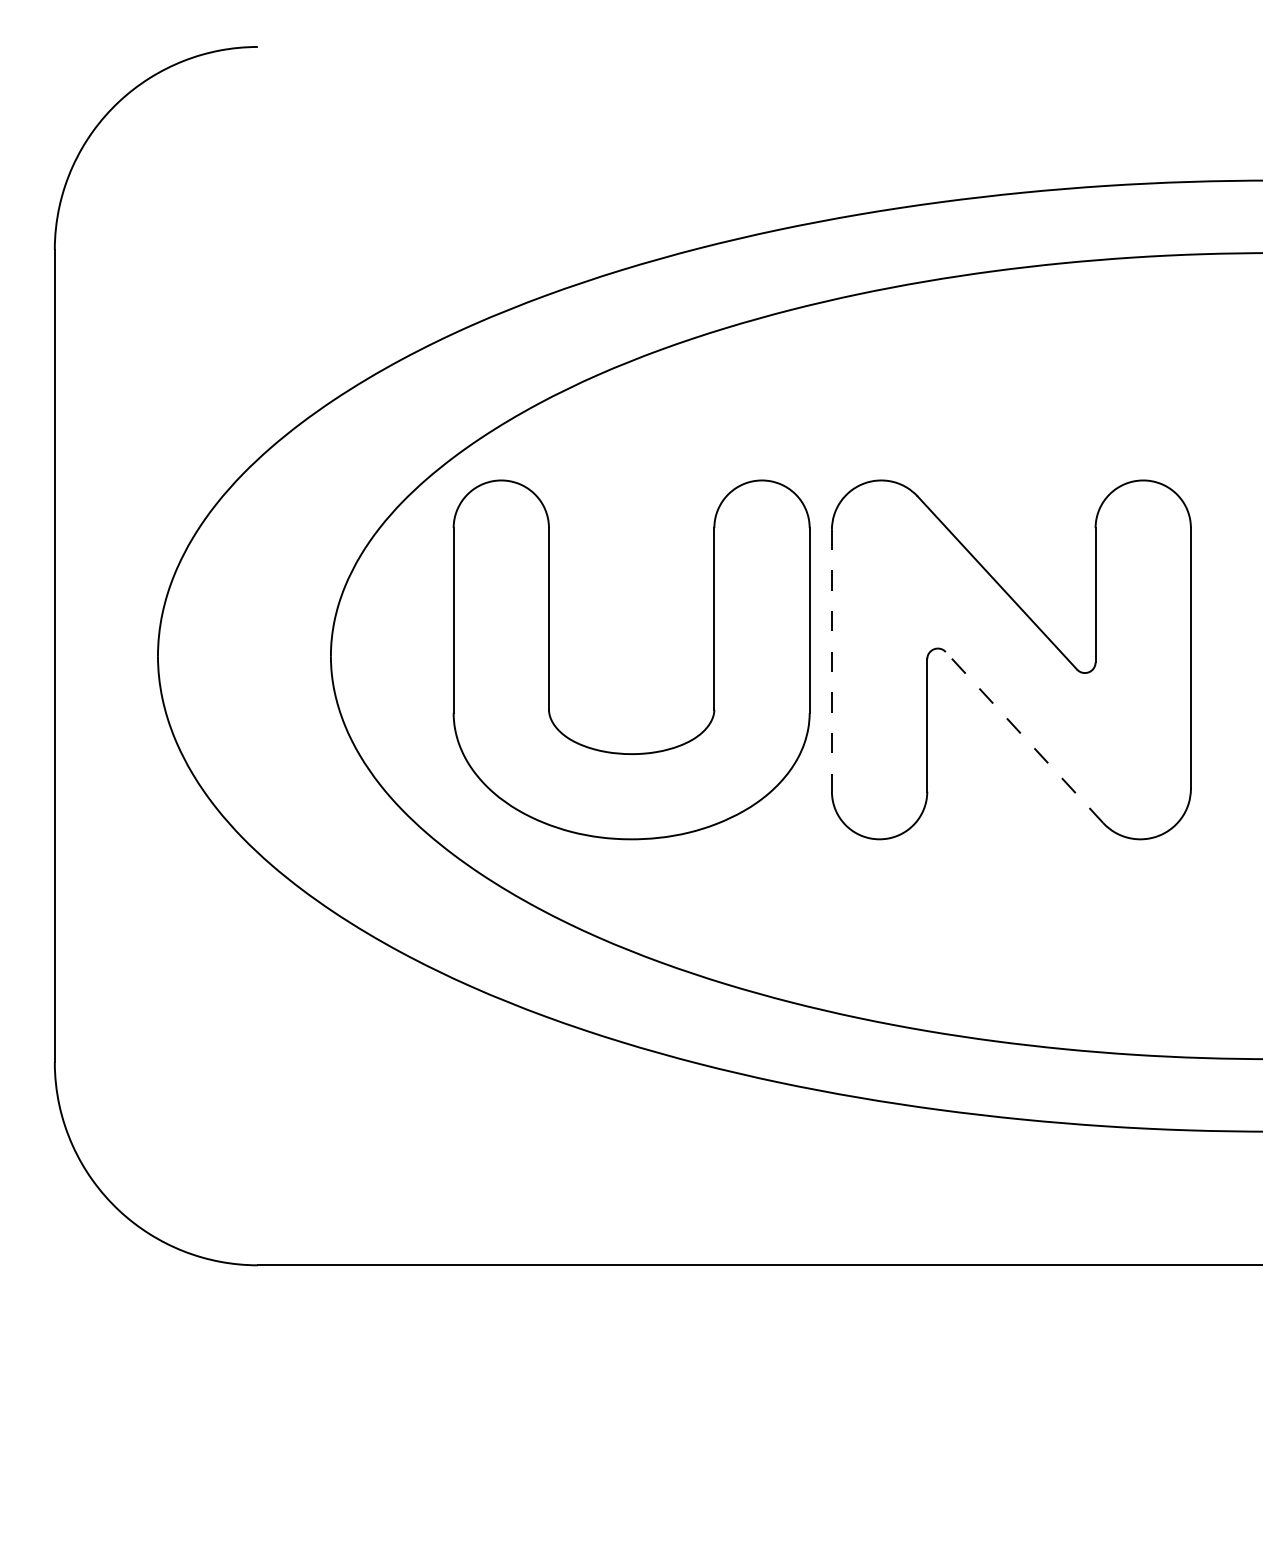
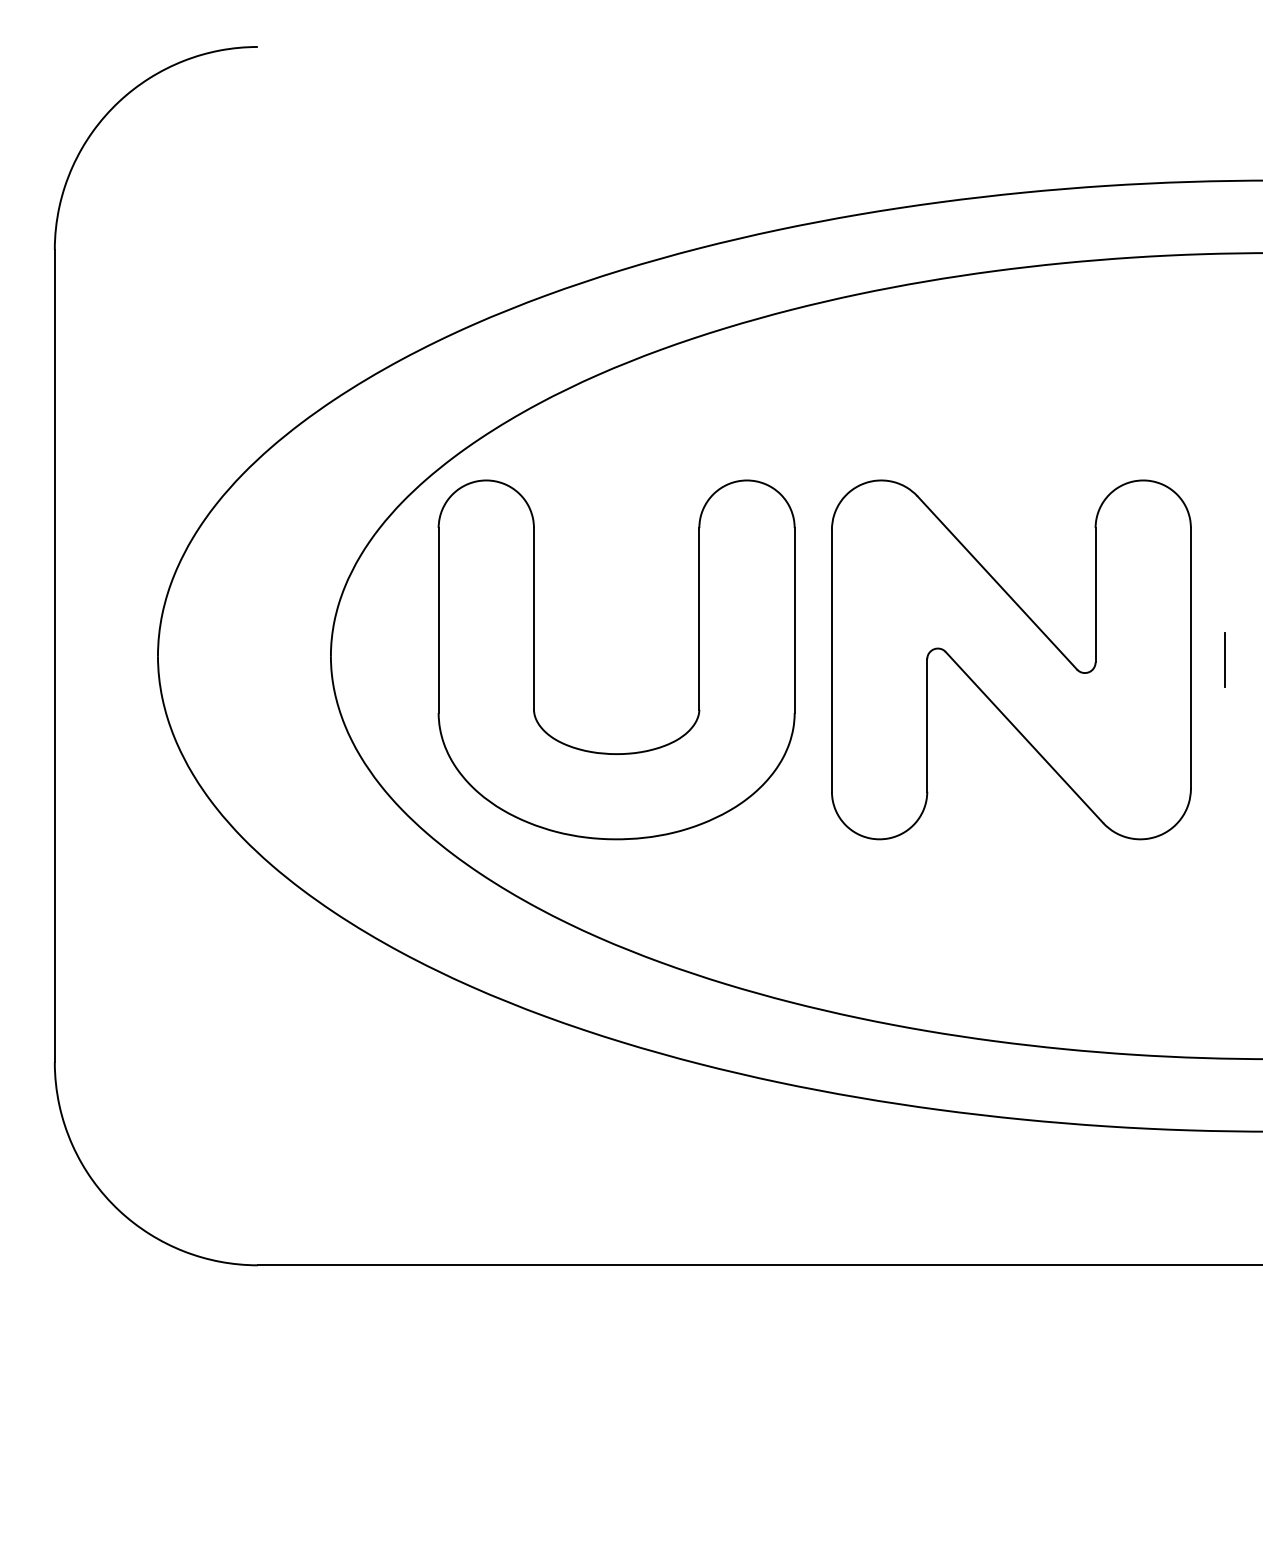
part at (549, 659) position: (549, 659) -> (534, 659)
line at (1224, 659): none -> present
line at (831, 660): dashed -> solid
line at (1024, 737): dashed -> solid
